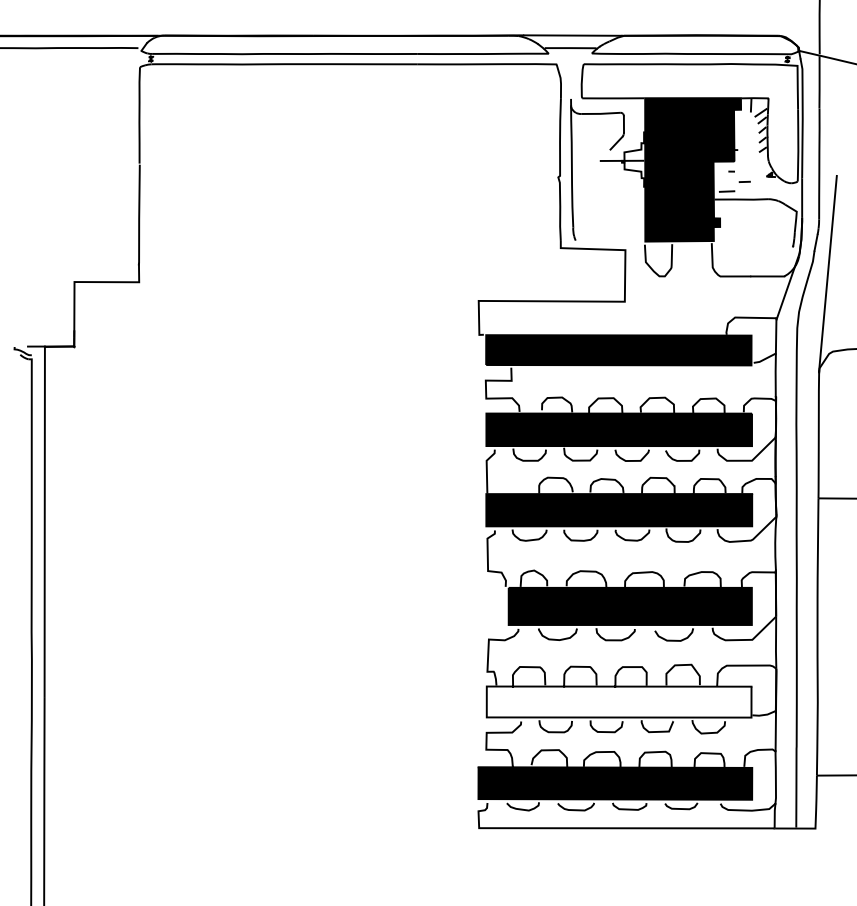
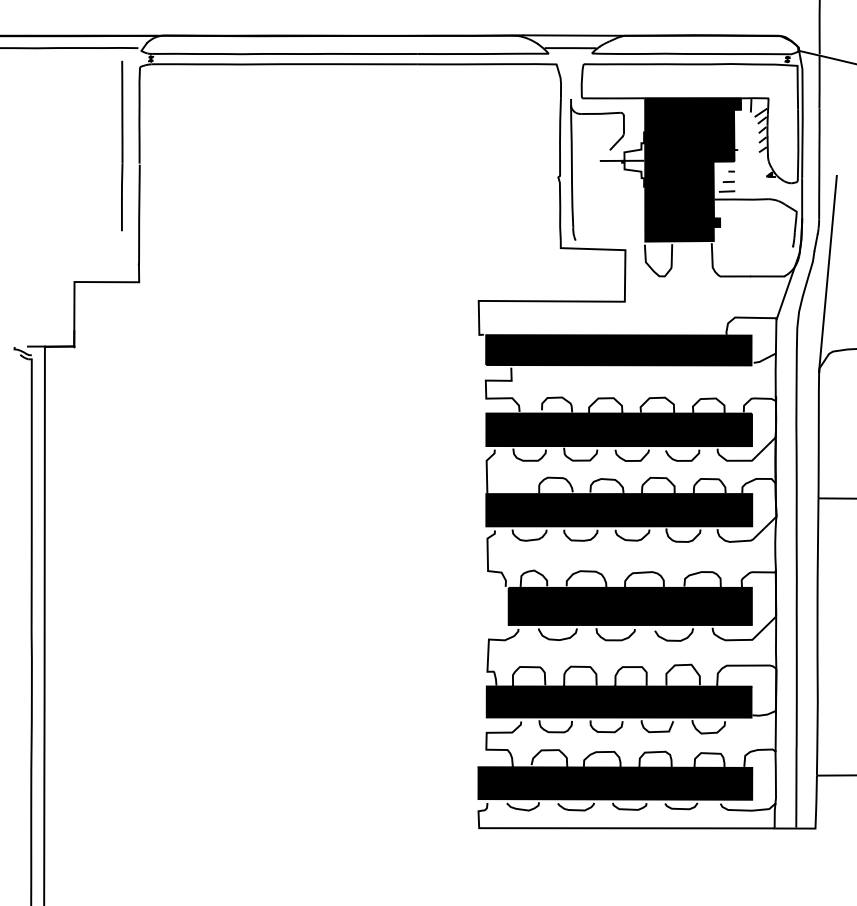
line at (122, 145): none -> present
line at (744, 181) position: (744, 181) -> (728, 181)
fill at (618, 701): none -> present
